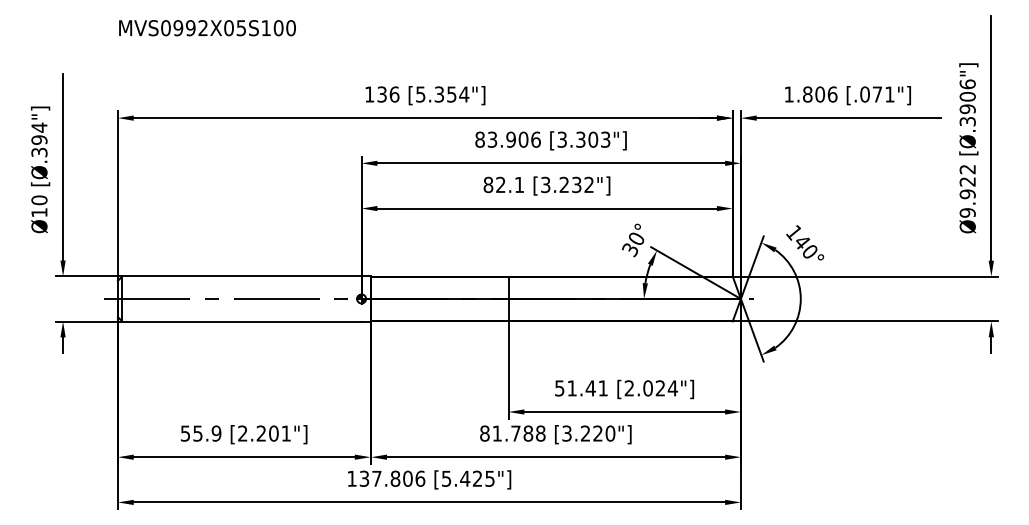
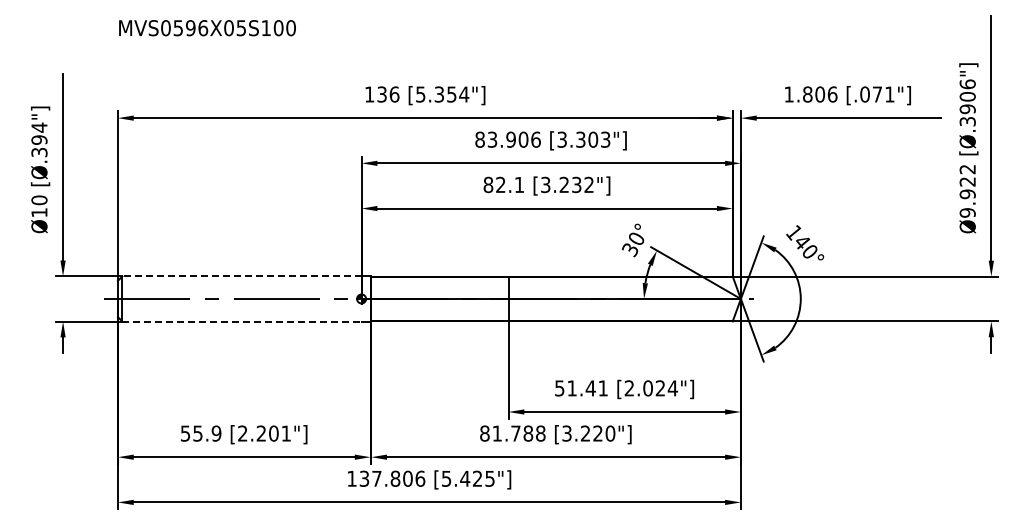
text at (190, 28): MVS0992X05S100 -> MVS0596X05S100
line at (242, 276): solid -> dashed
line at (242, 321): solid -> dashed
